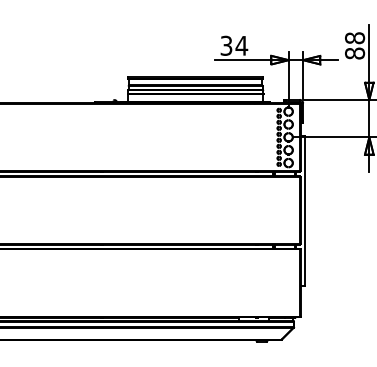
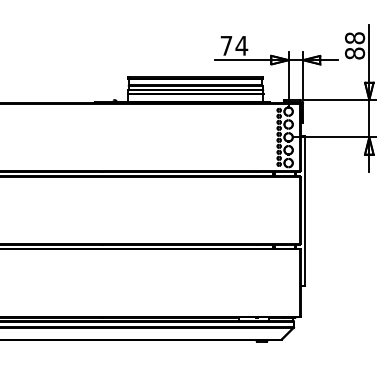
text at (226, 45): 34 -> 74
